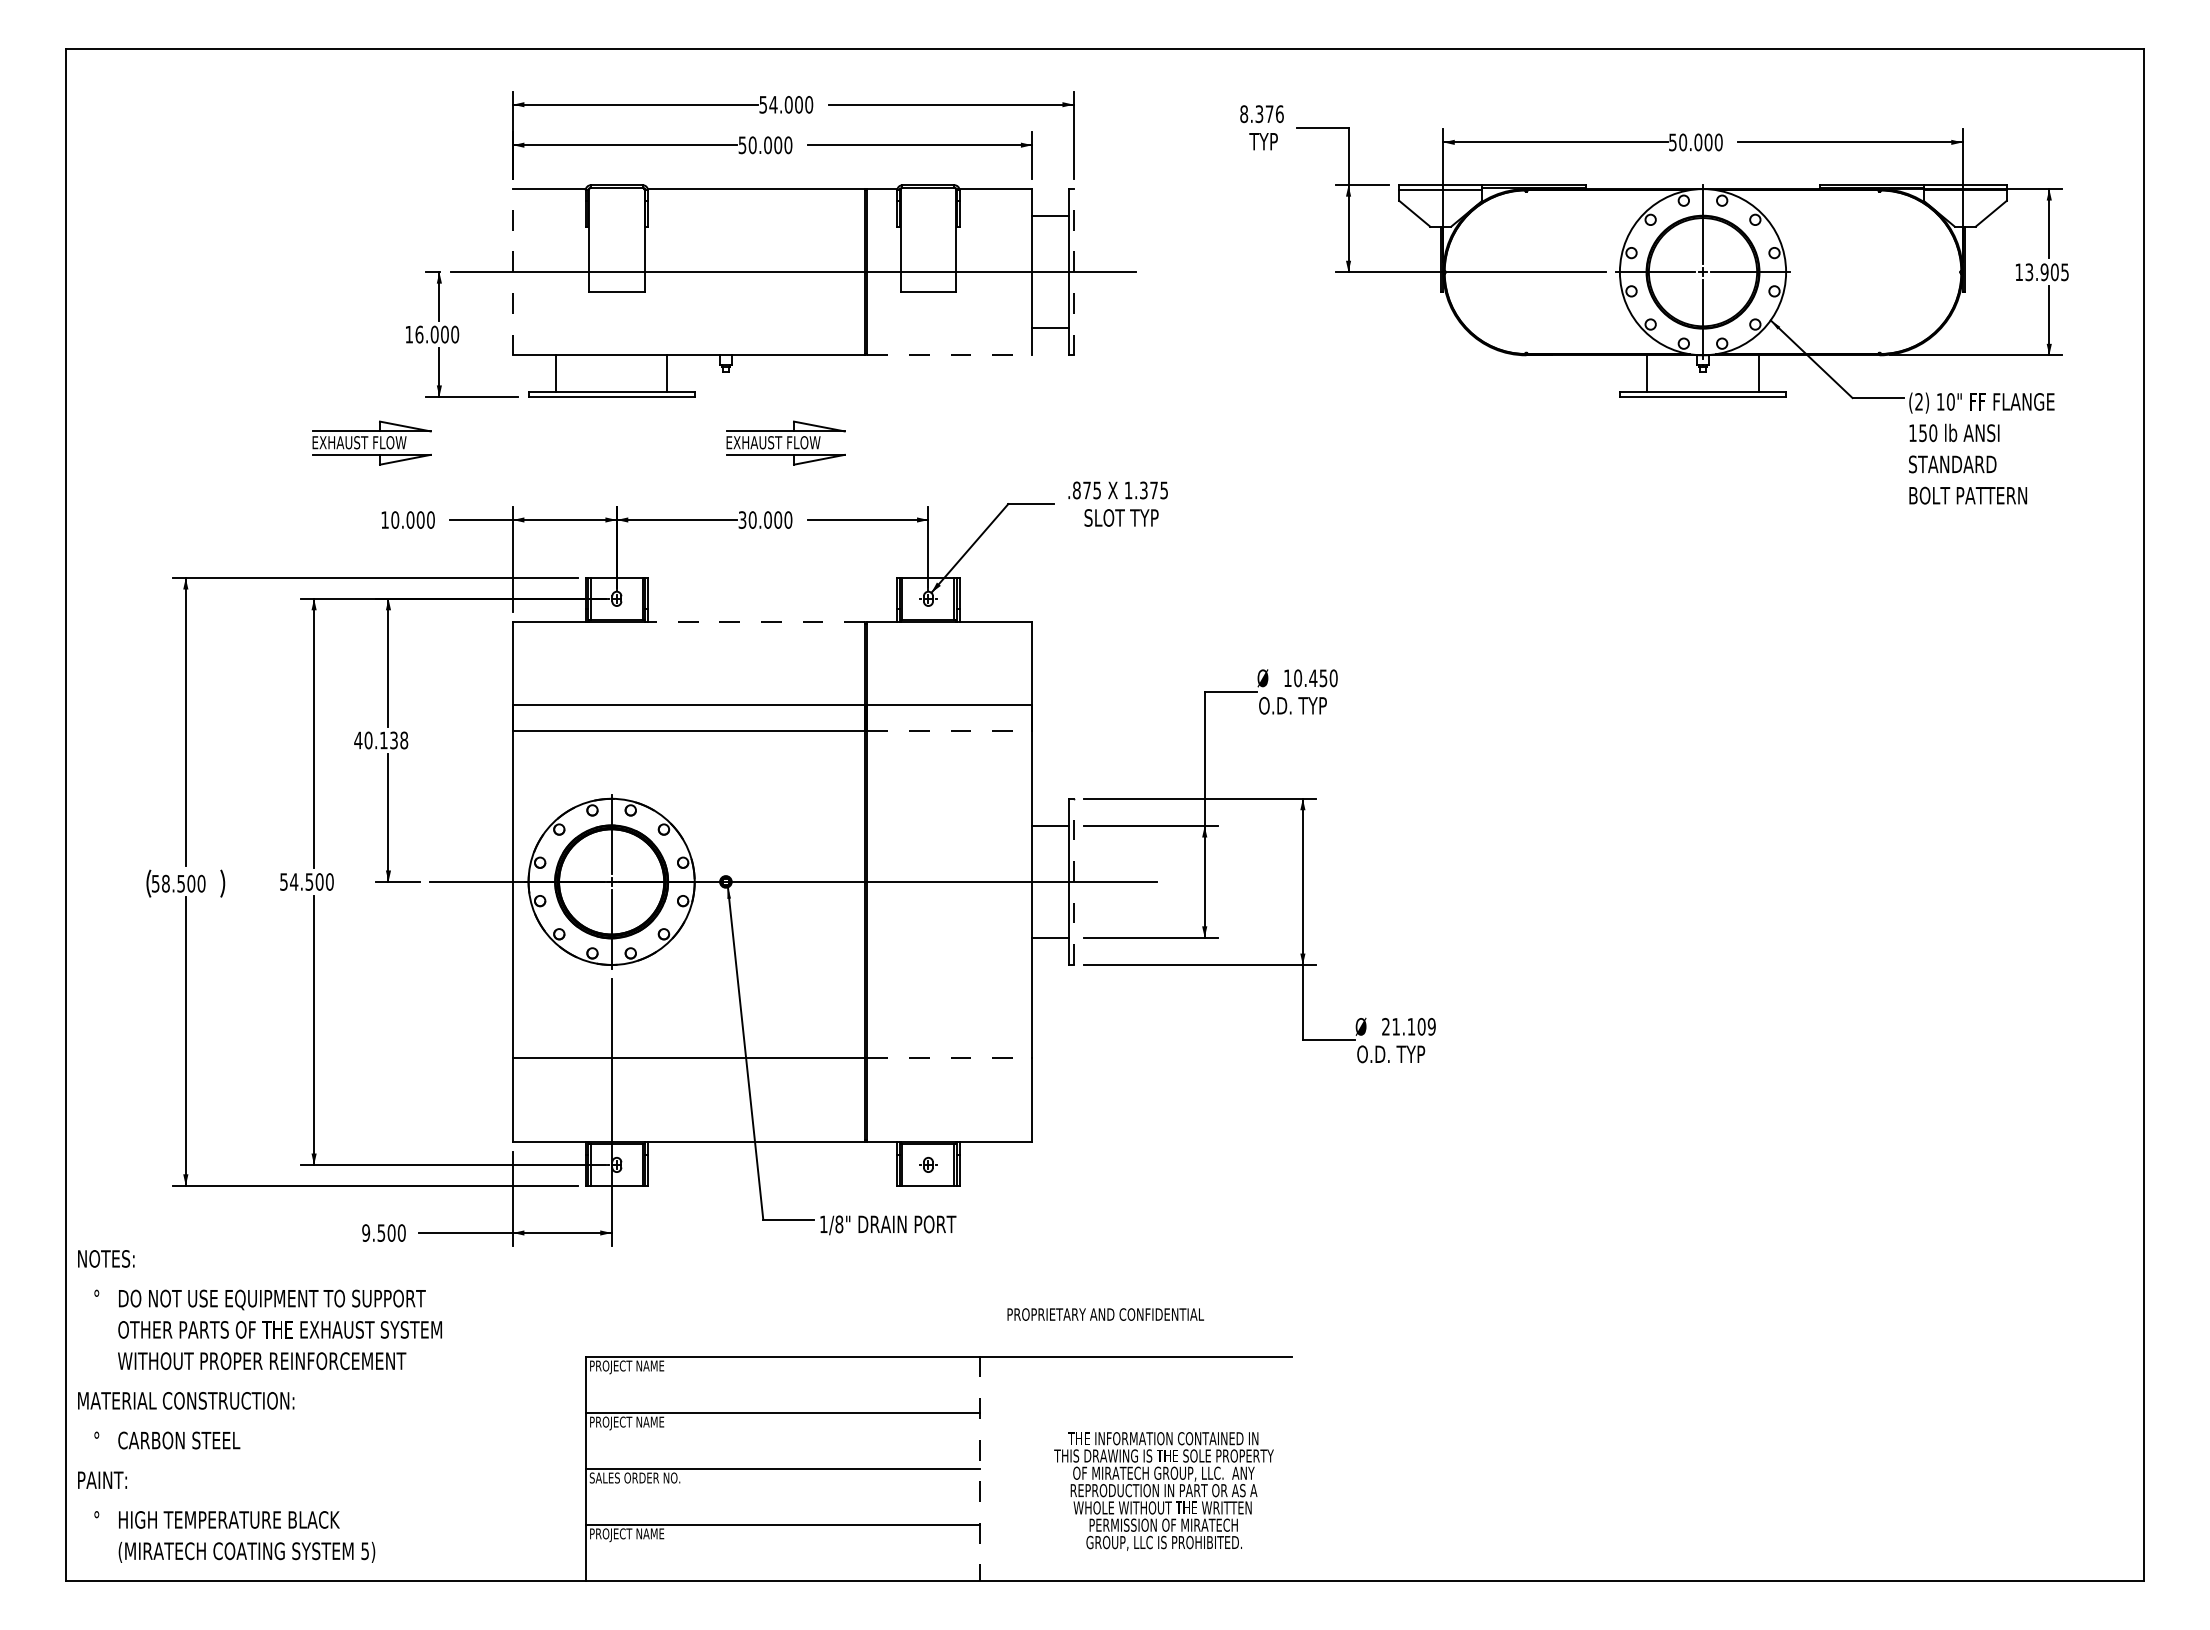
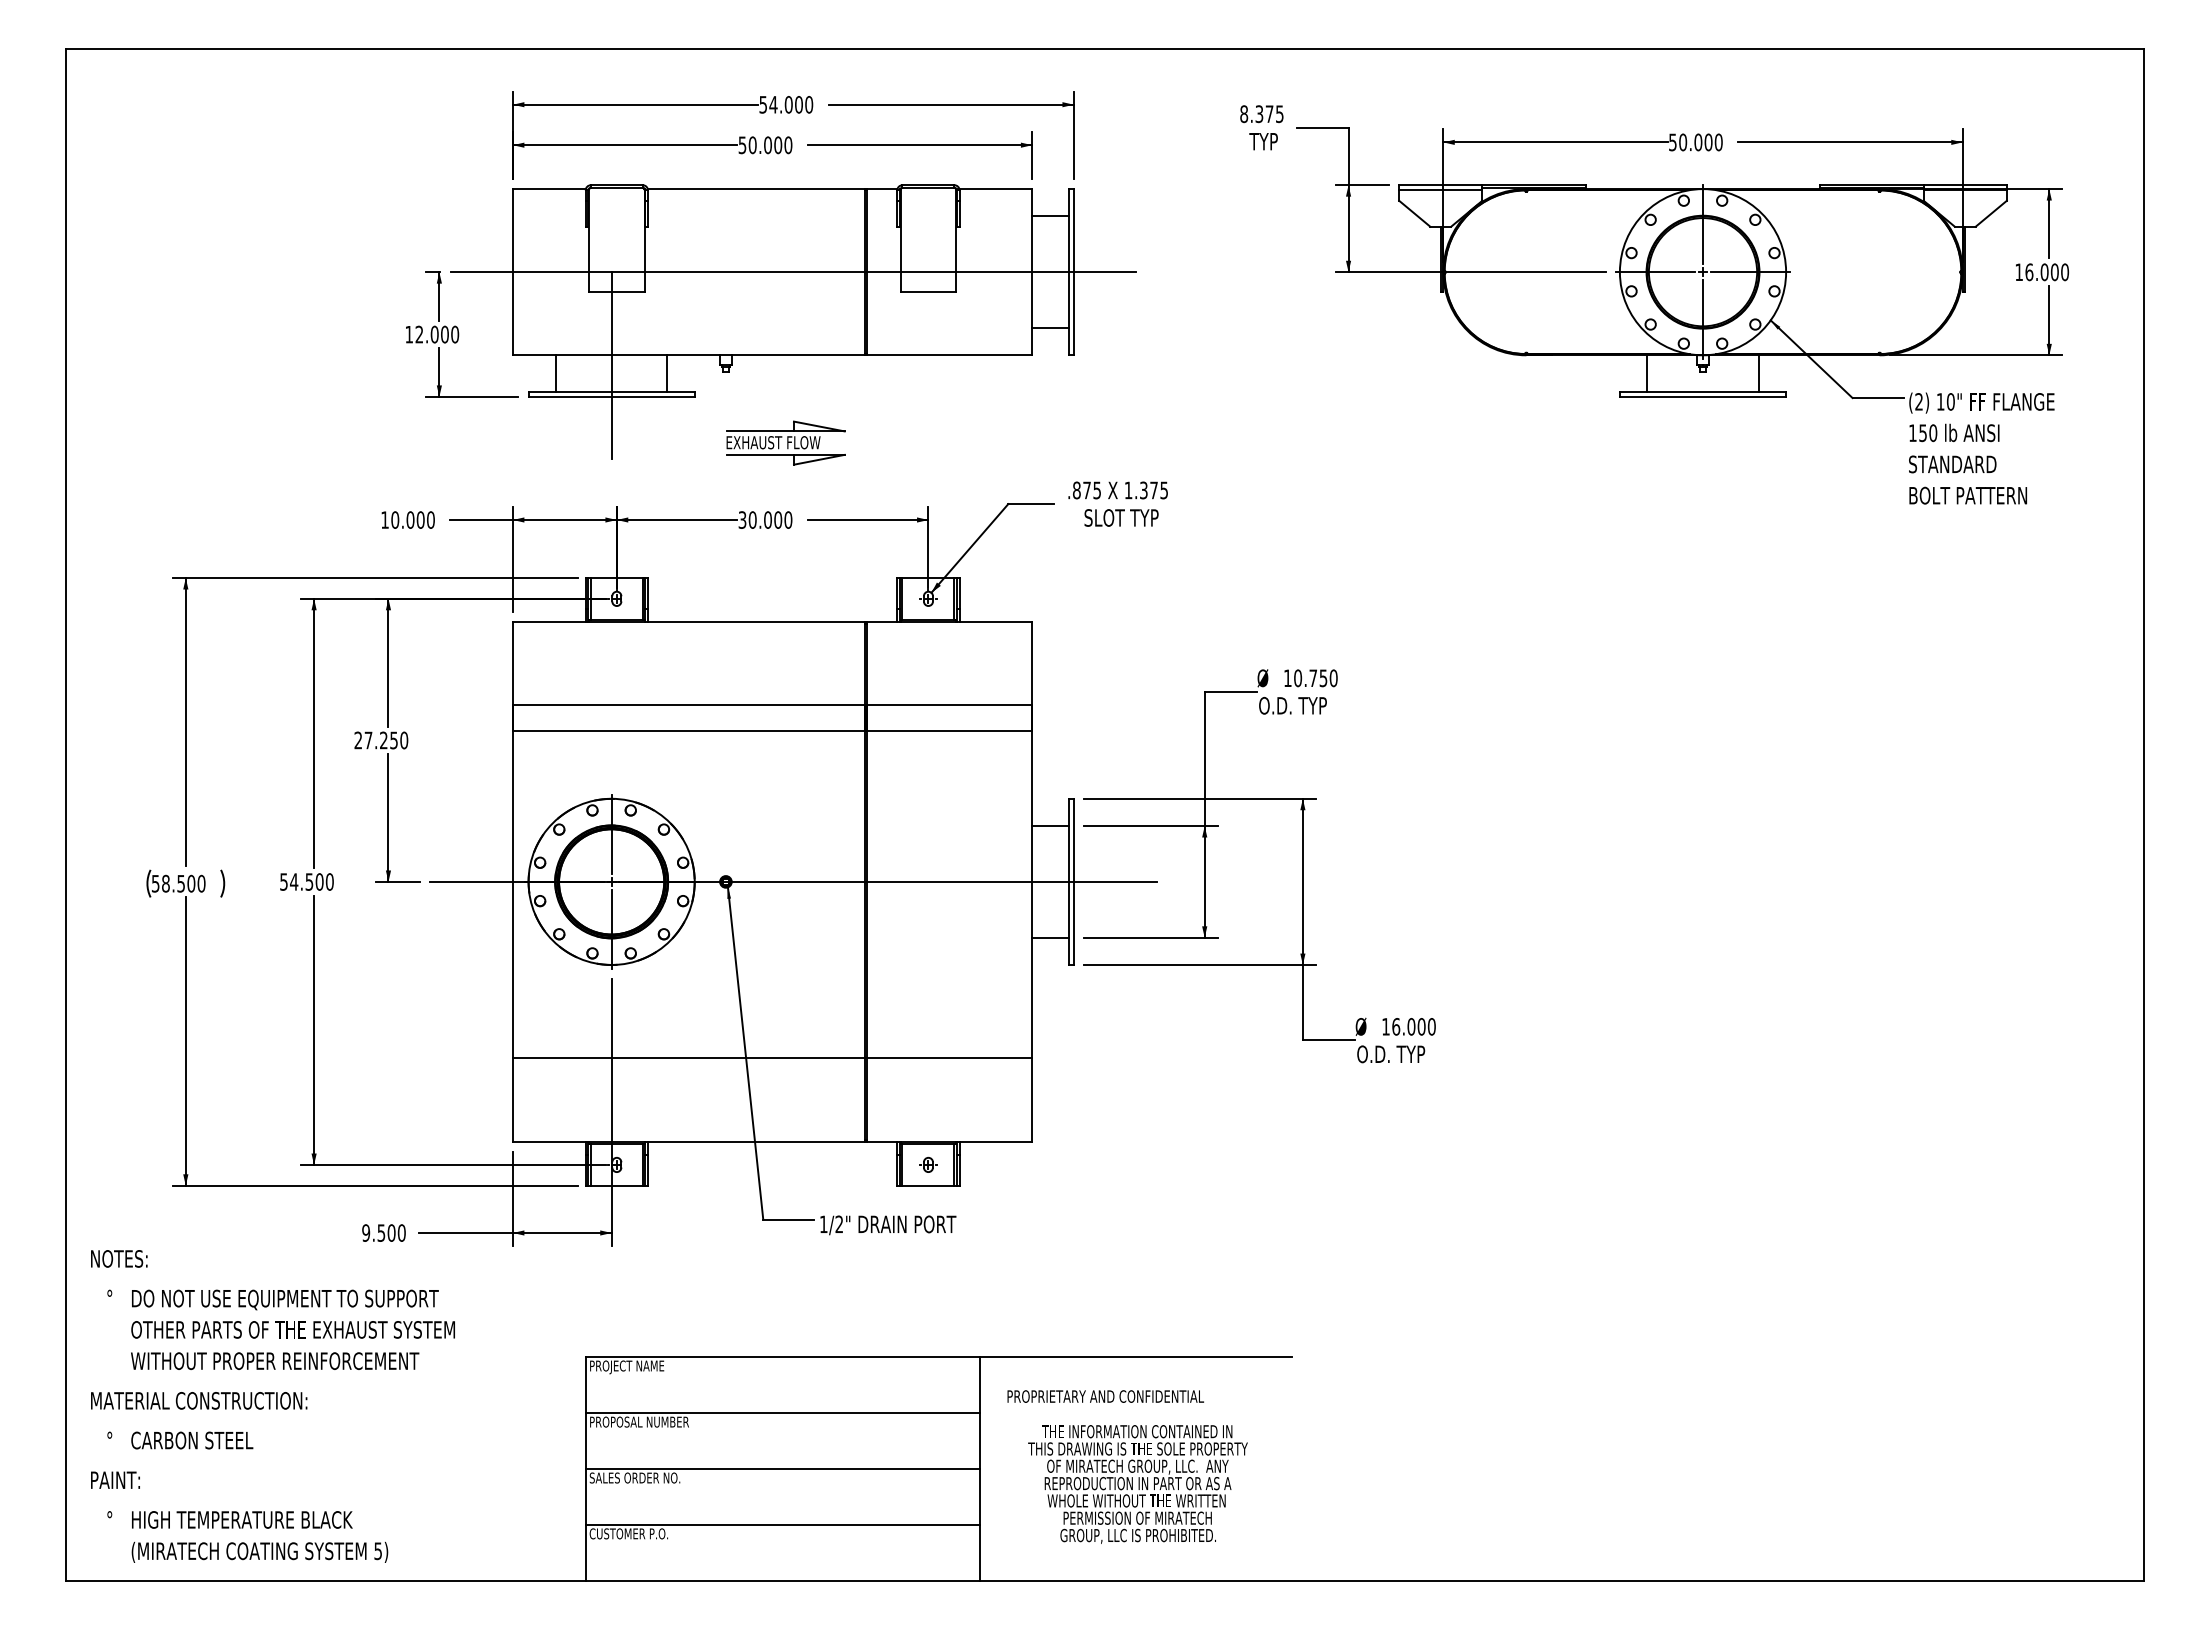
text at (1279, 114): 8.376 -> 8.375
line at (512, 271): dashed -> solid
line at (1073, 271): dashed -> solid
text at (2047, 272): 13.905 -> 16.000
text at (419, 334): 16.000 -> 12.000
line at (950, 355): dashed -> solid
line at (611, 365): none -> present
part at (371, 442): present -> none
line at (754, 622): dashed -> solid
text at (1313, 677): 10.450 -> 10.750
line at (950, 731): dashed -> solid
text at (381, 740): 40.138 -> 27.250
line at (1073, 881): dashed -> solid
text at (1408, 1026): 21.109 -> 16.000
line at (950, 1058): dashed -> solid
text at (839, 1224): 1/8" -> 1/2"
text at (1105, 1314) position: (1105, 1314) -> (1105, 1396)
text at (259, 1406) position: (259, 1406) -> (272, 1406)
text at (648, 1423): PROJECT NAME -> PROPOSAL NUMBER
line at (980, 1469): dashed -> solid
text at (1163, 1491) position: (1163, 1491) -> (1137, 1484)
text at (628, 1535): PROJECT NAME -> CUSTOMER P.O.
